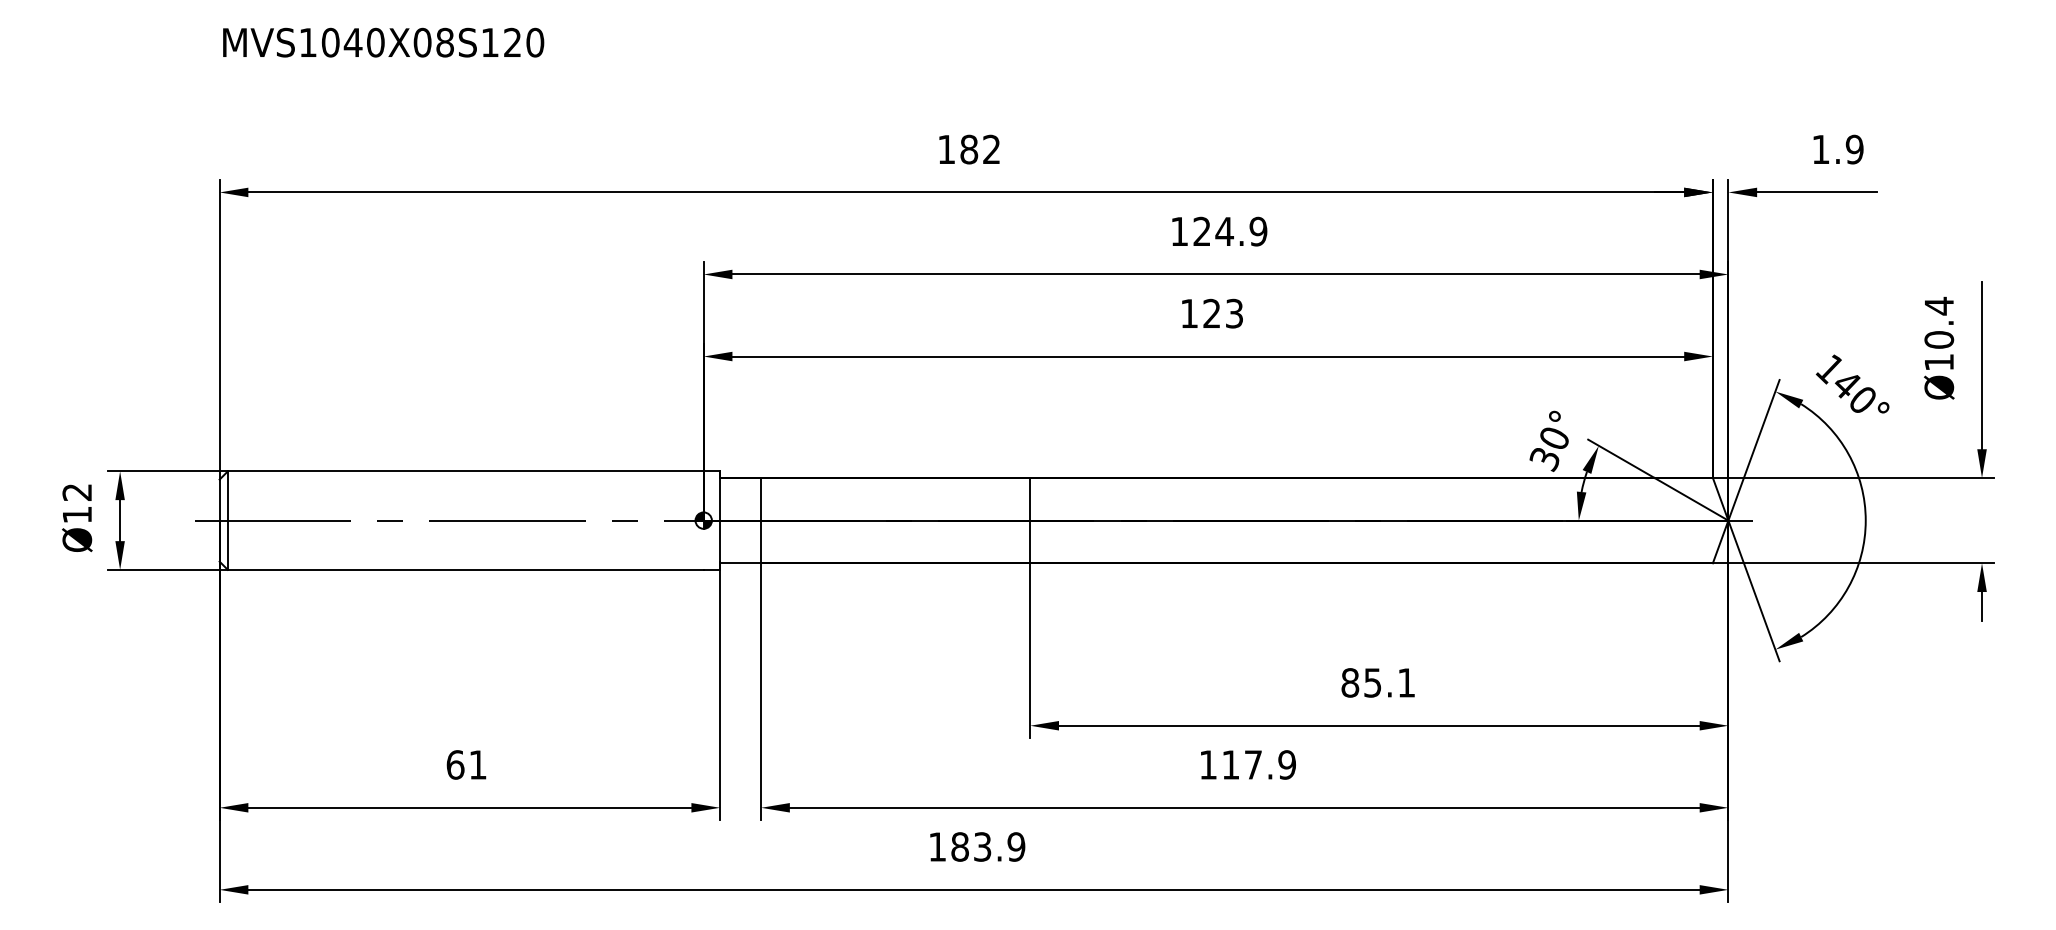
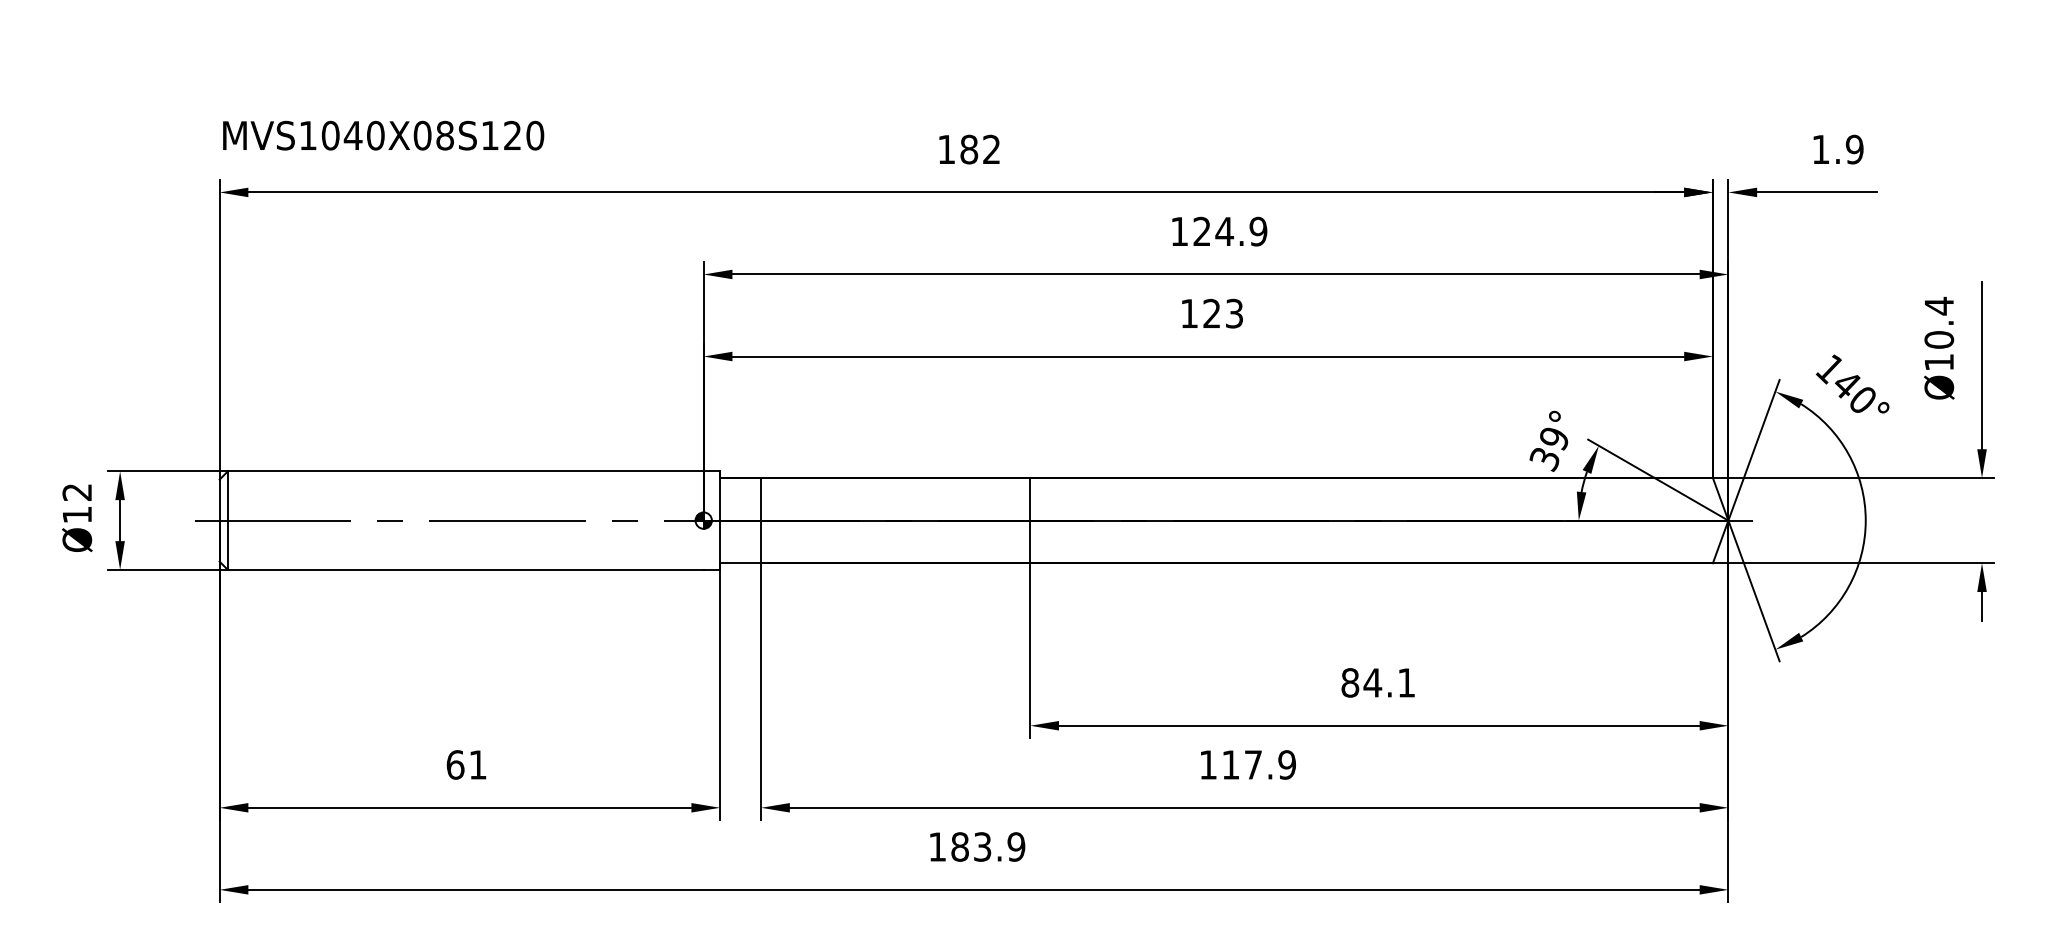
text at (383, 42) position: (383, 42) -> (383, 135)
text at (1554, 438): 30° -> 39°
text at (1372, 682): 85.1 -> 84.1
